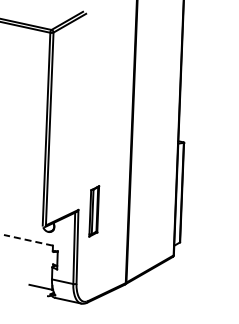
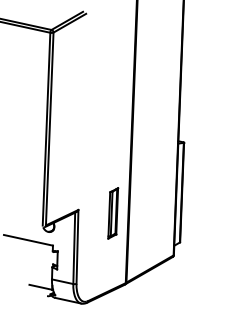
part at (94, 211) position: (94, 211) -> (113, 213)
line at (27, 240): dashed -> solid
